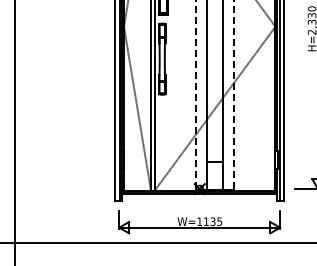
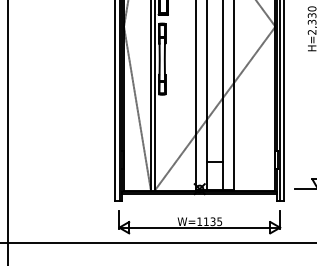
line at (195, 95): dashed -> solid
line at (233, 95): dashed -> solid
line at (15, 132) position: (15, 132) -> (8, 132)
